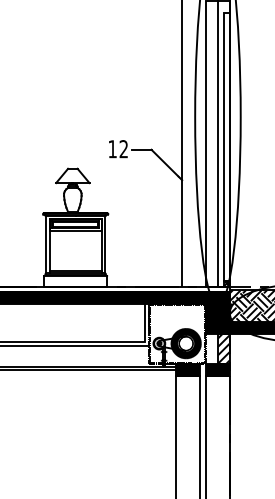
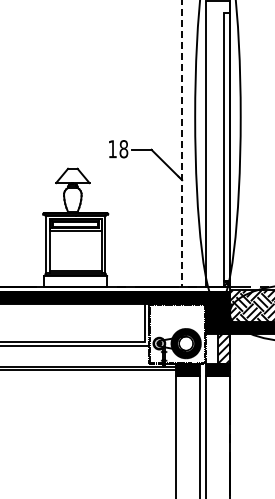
line at (182, 143): solid -> dashed
line at (217, 144): present -> none
text at (123, 149): 12 -> 18
